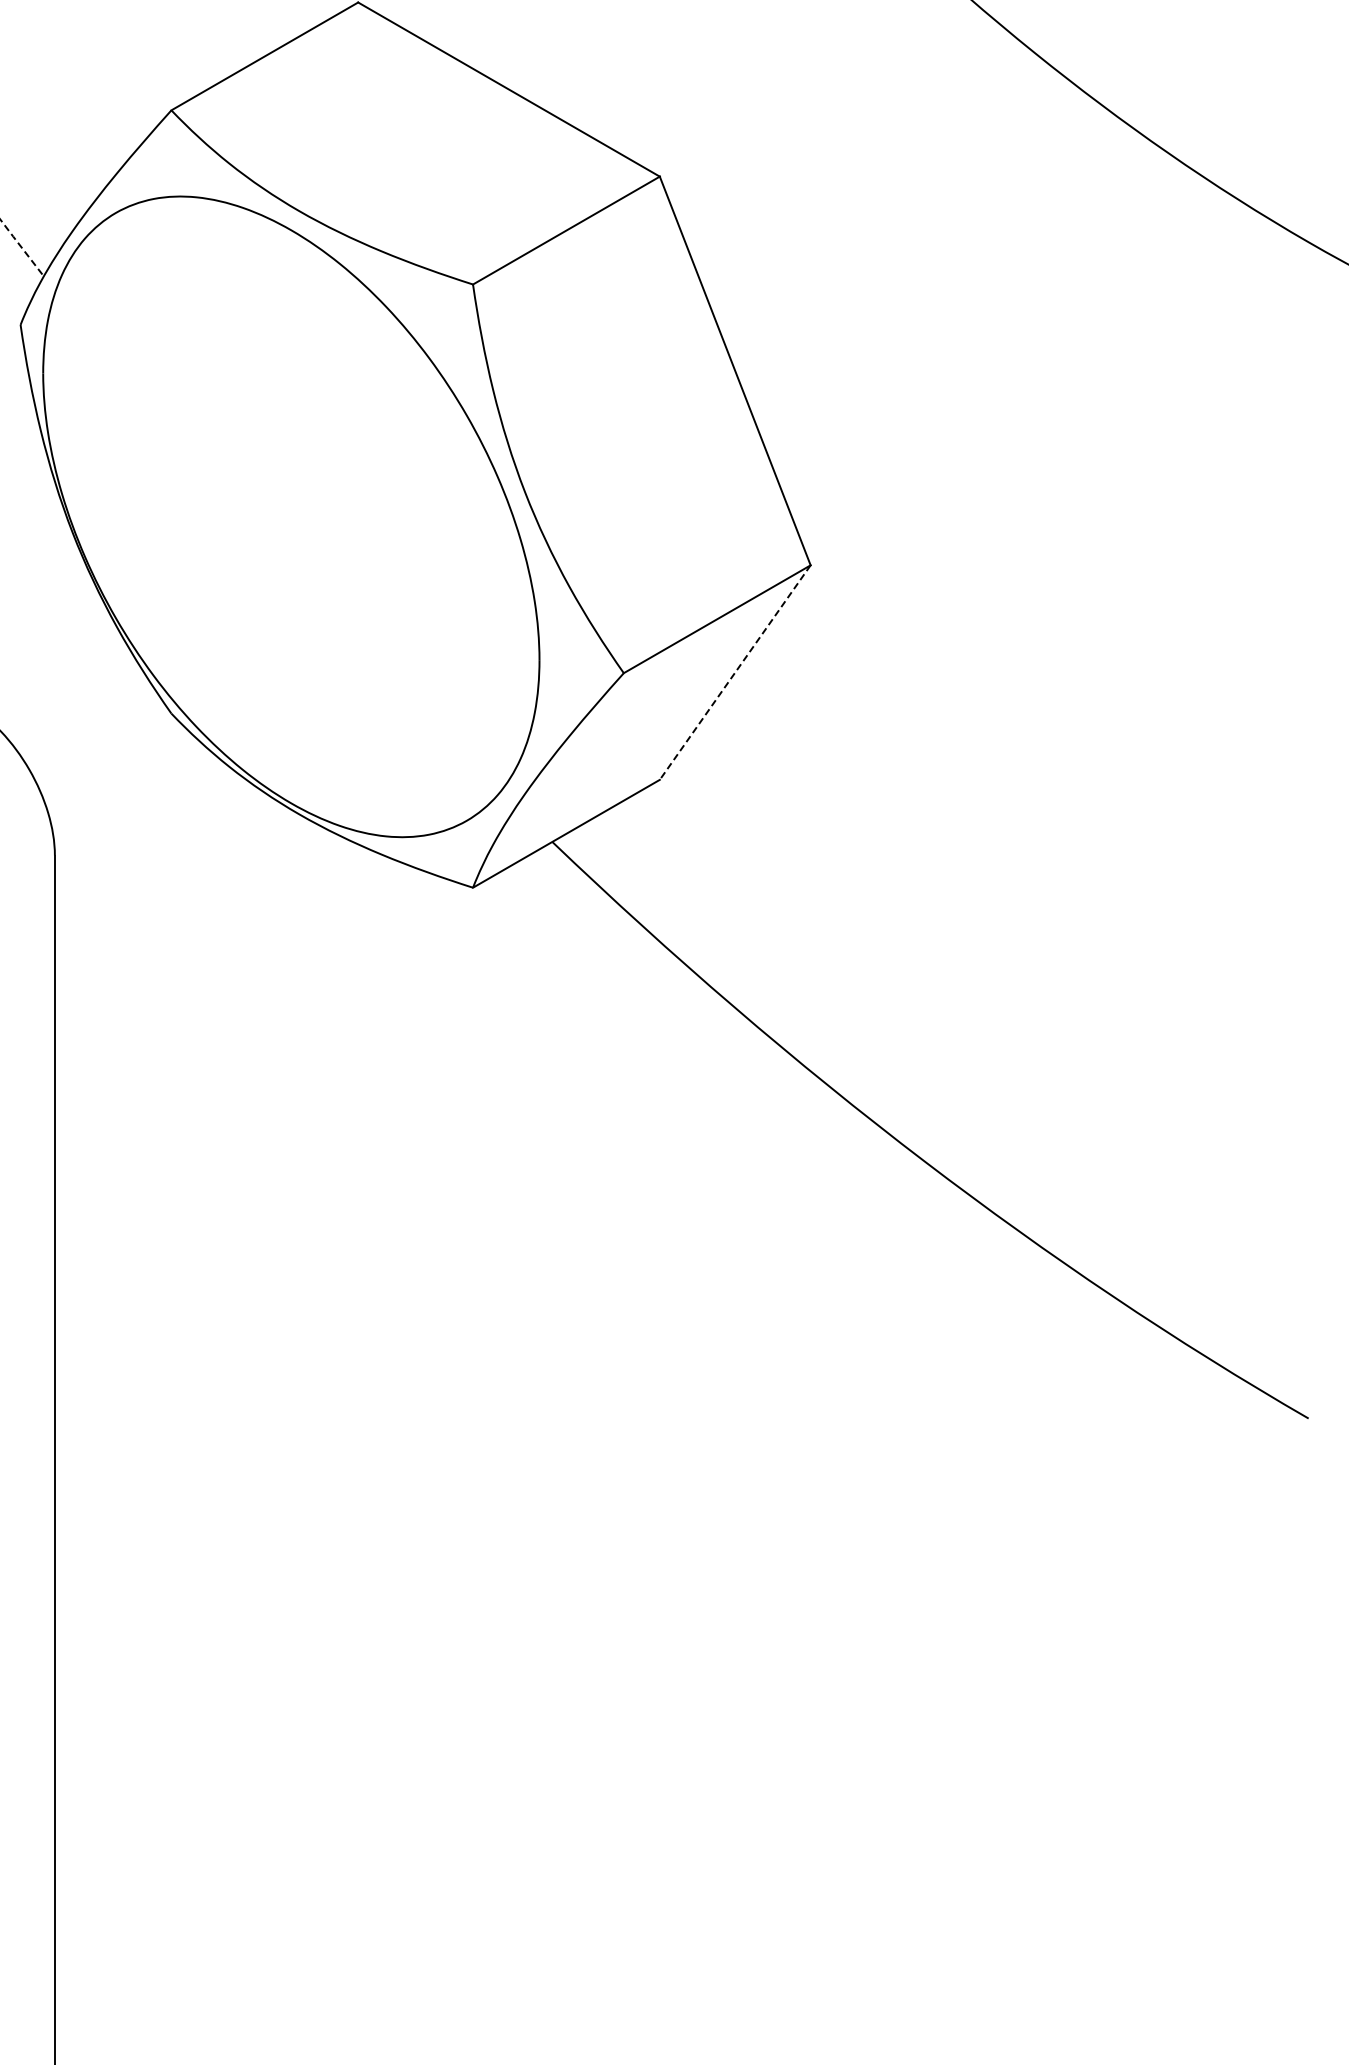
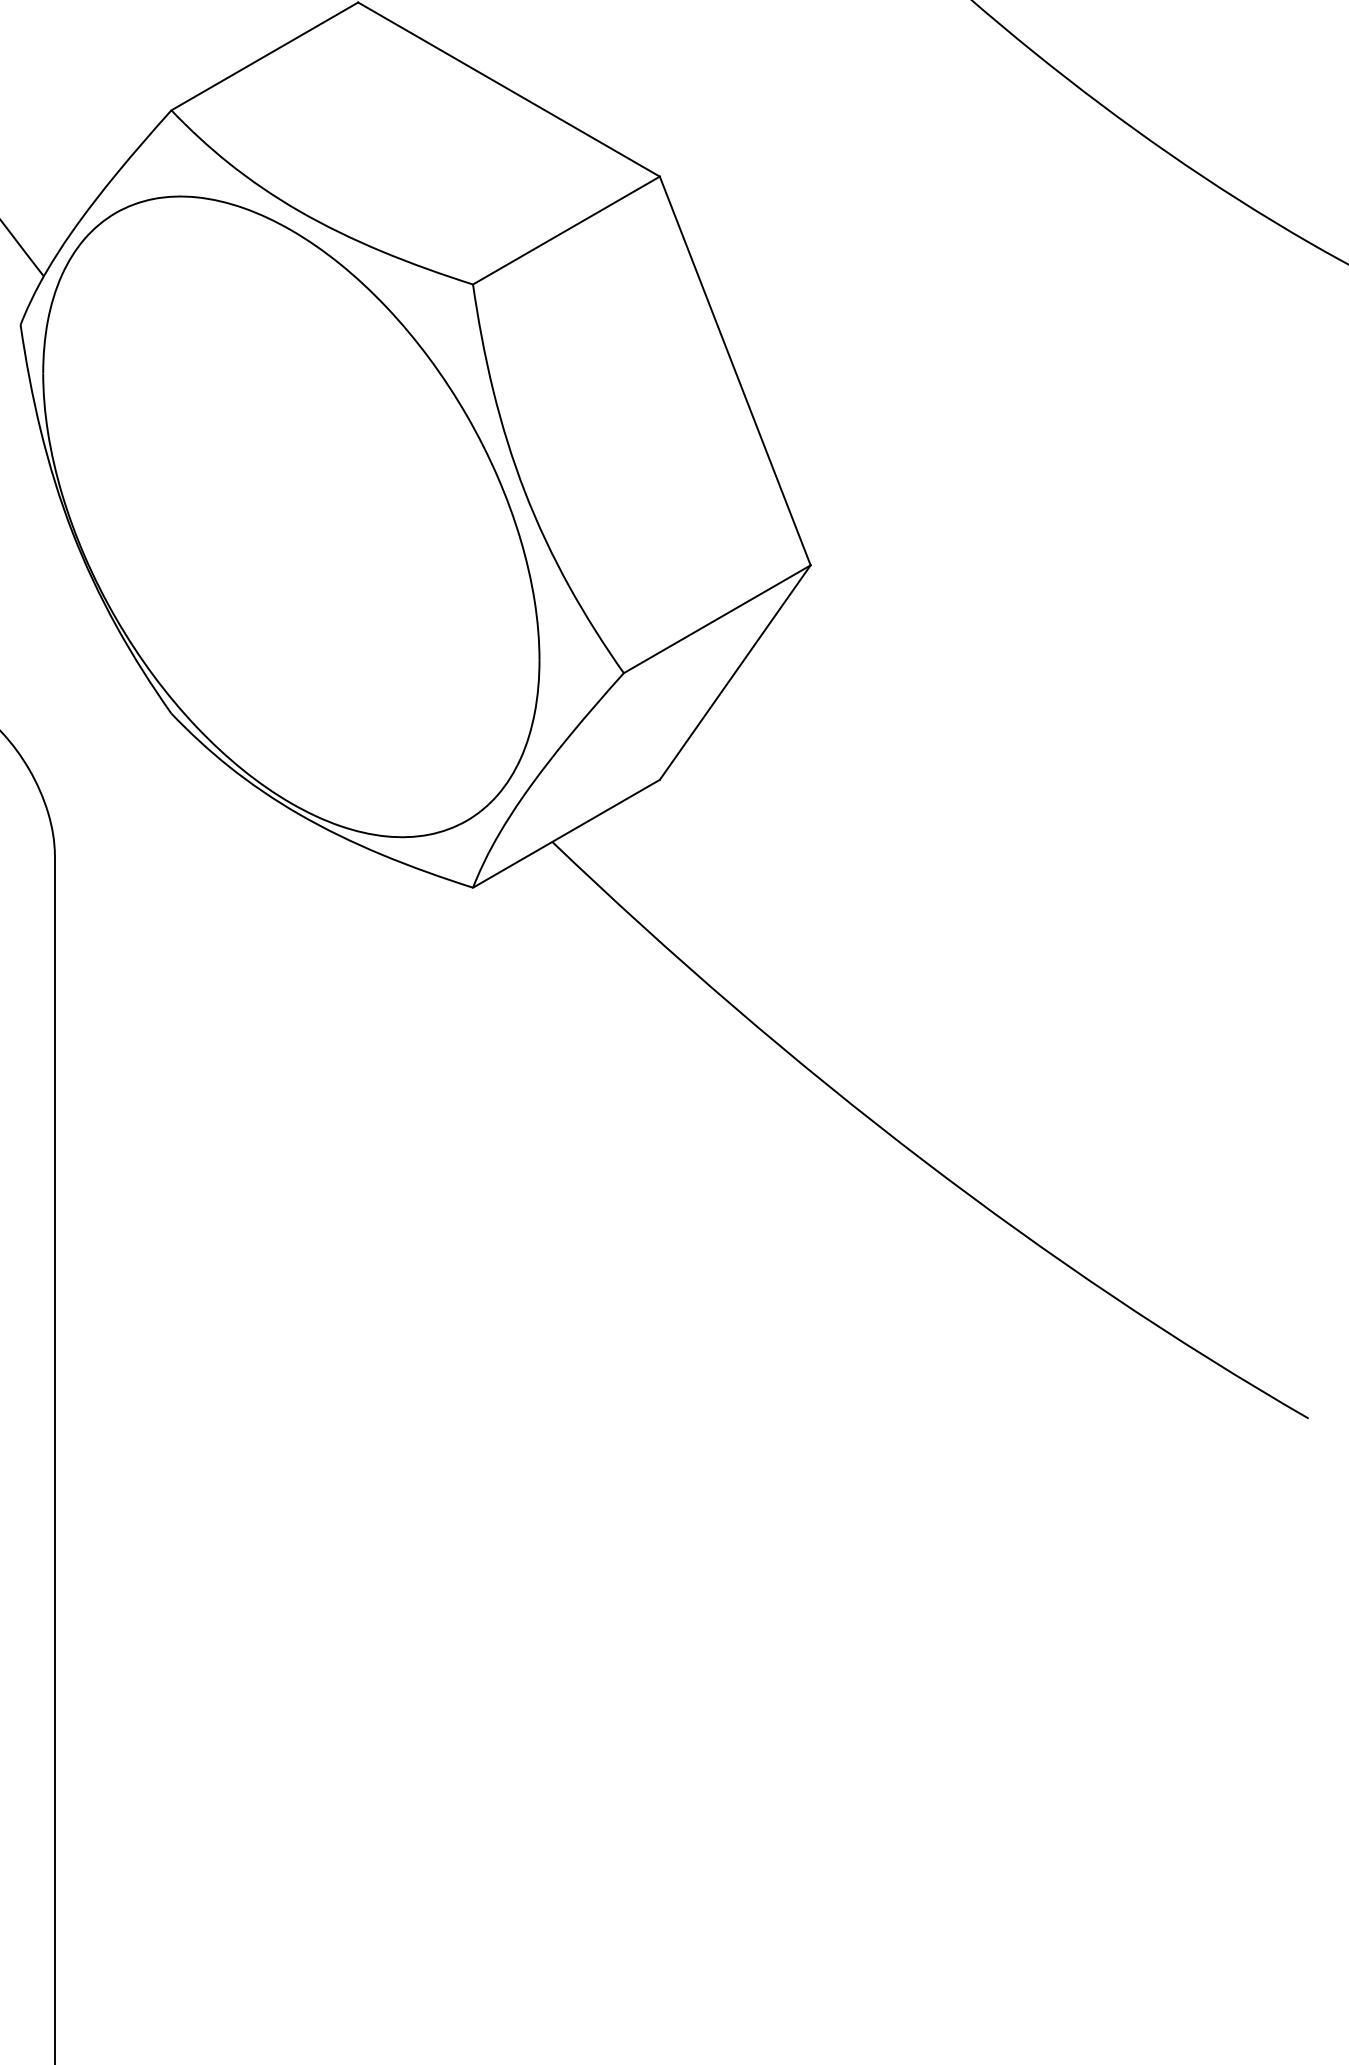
arc at (21, 247): dashed -> solid
line at (734, 673): dashed -> solid
